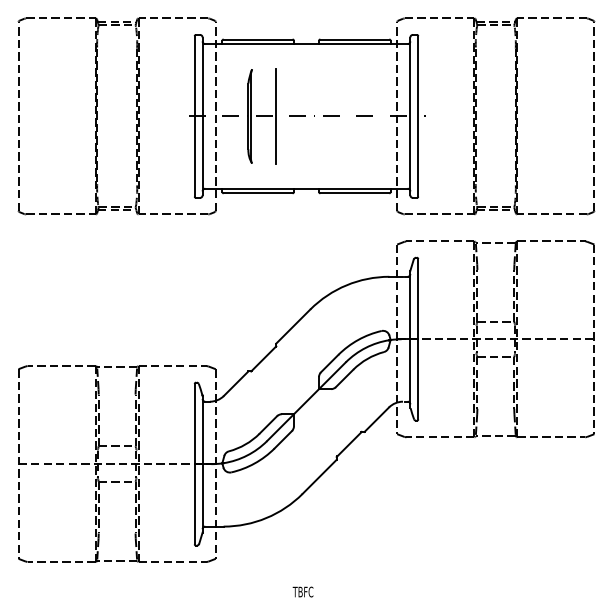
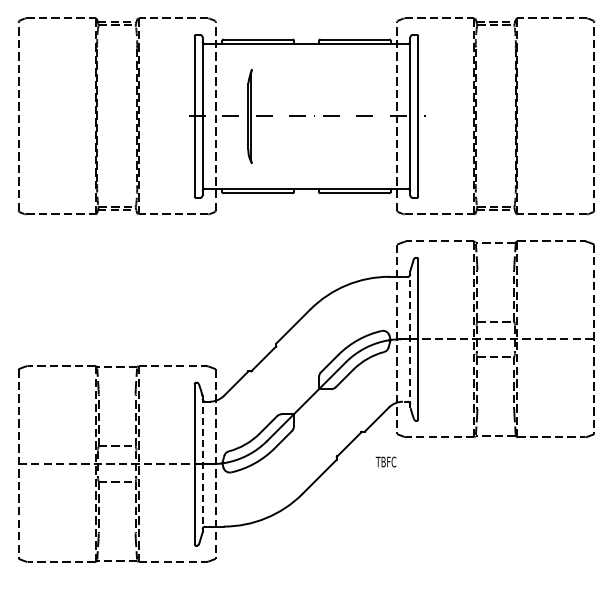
line at (276, 116): present -> none
line at (410, 338): solid -> dashed
line at (202, 464): solid -> dashed
text at (302, 591) position: (302, 591) -> (385, 461)
